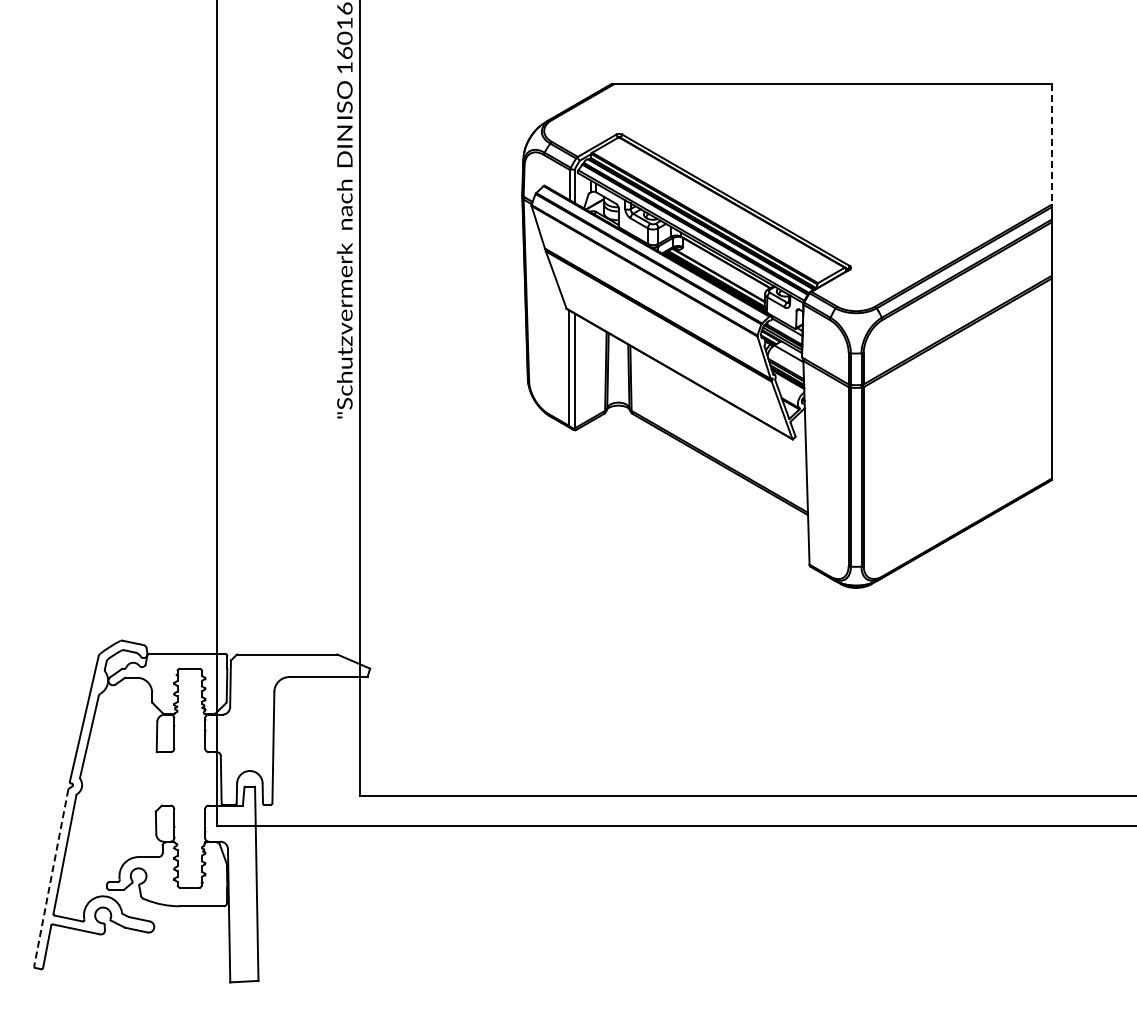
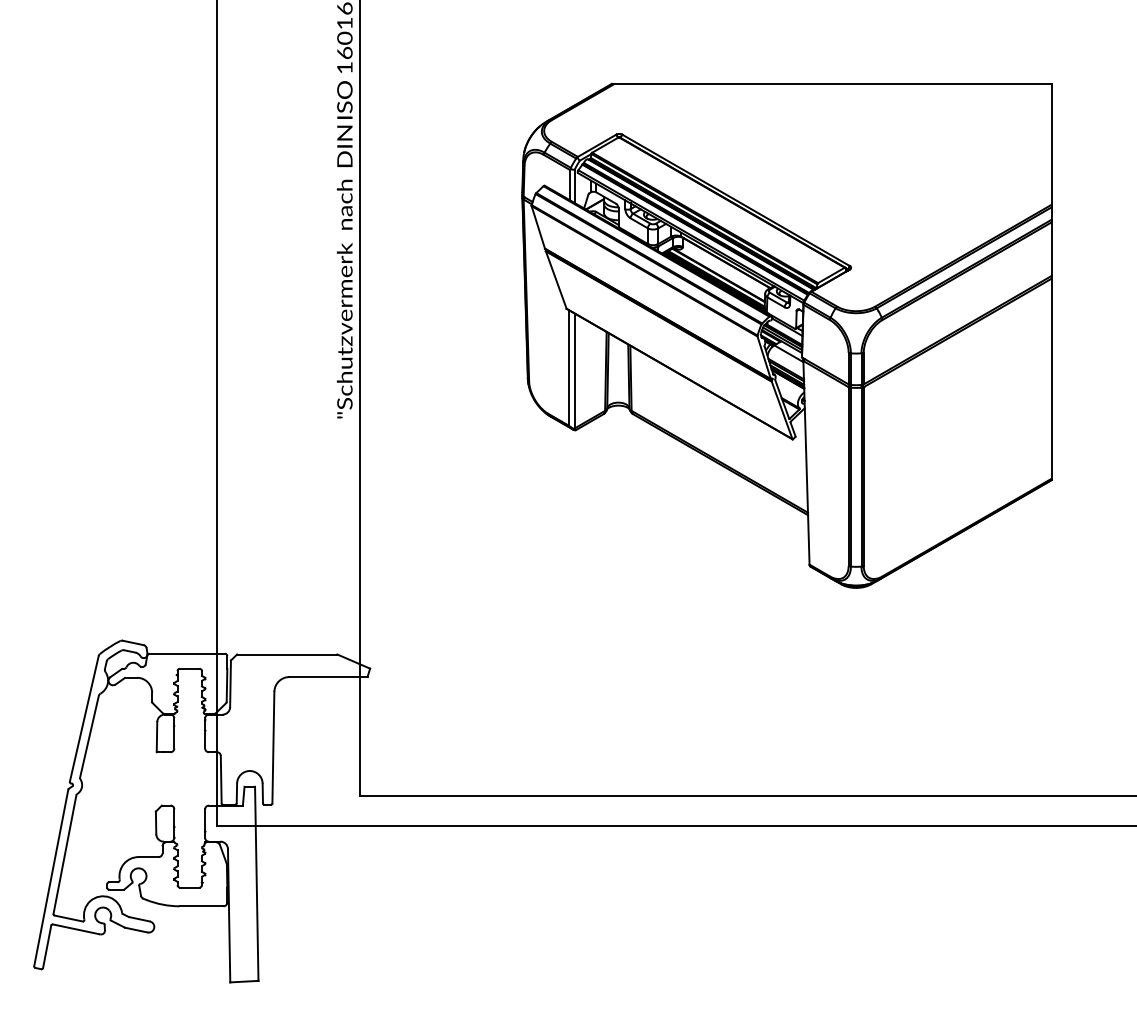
line at (1051, 144): dashed -> solid
line at (51, 877): dashed -> solid
